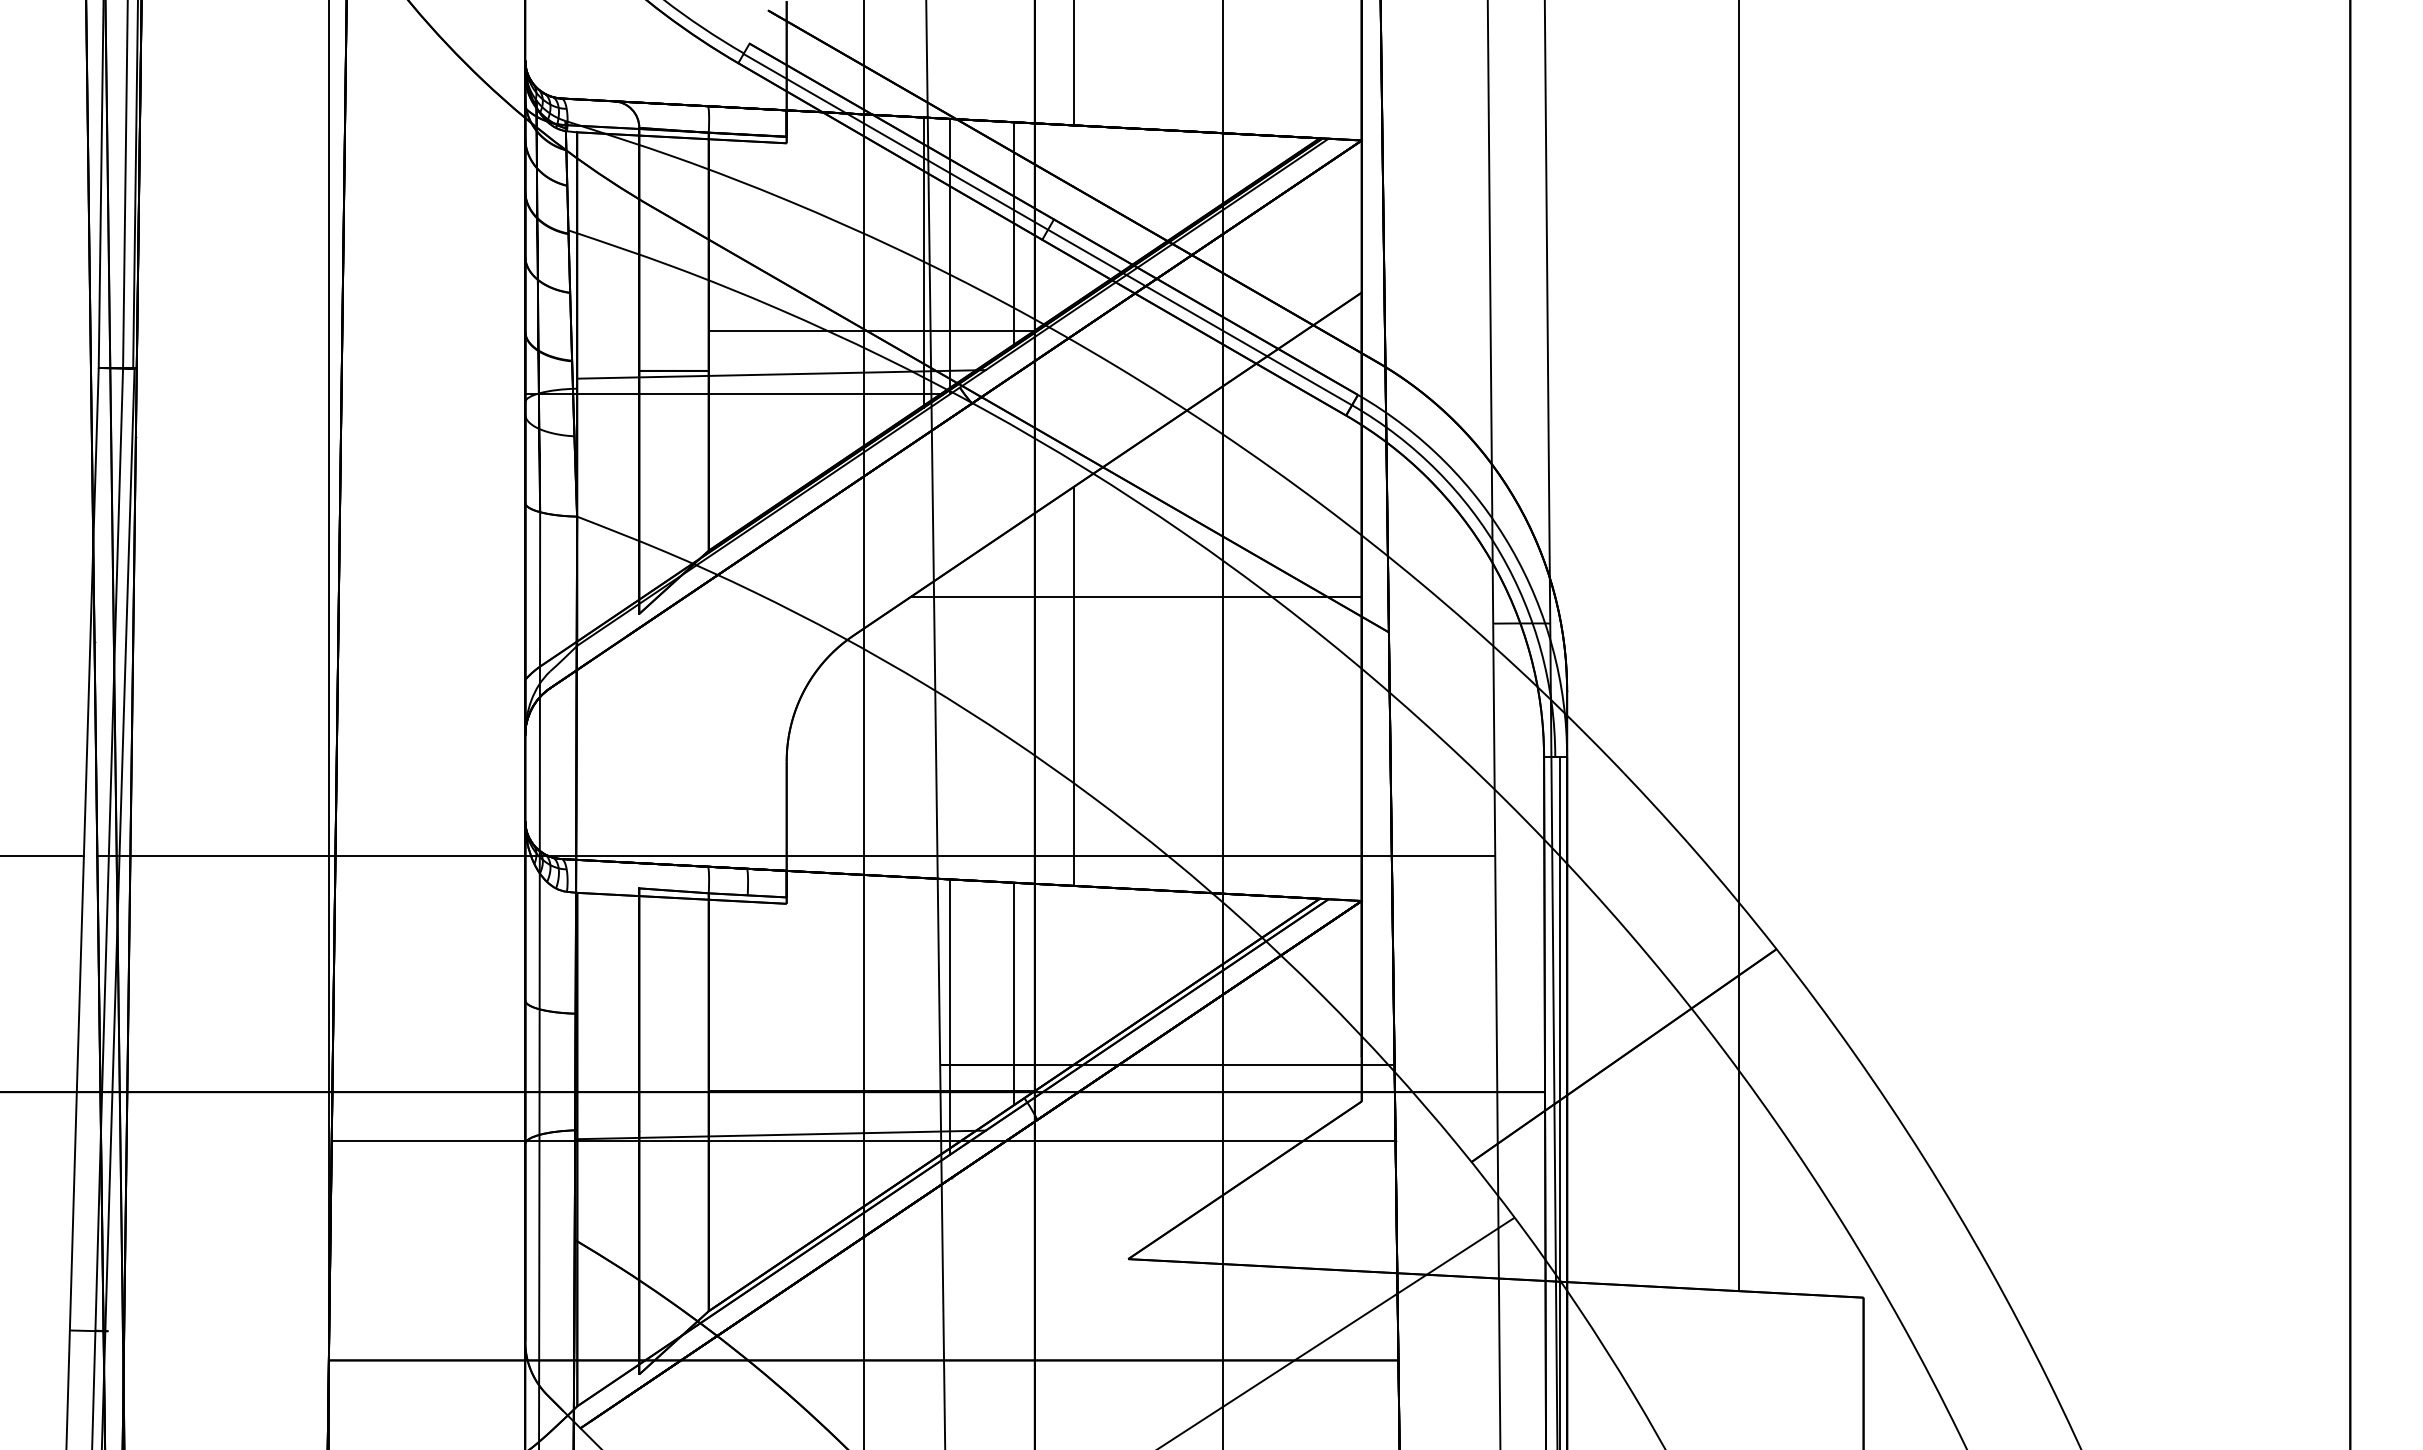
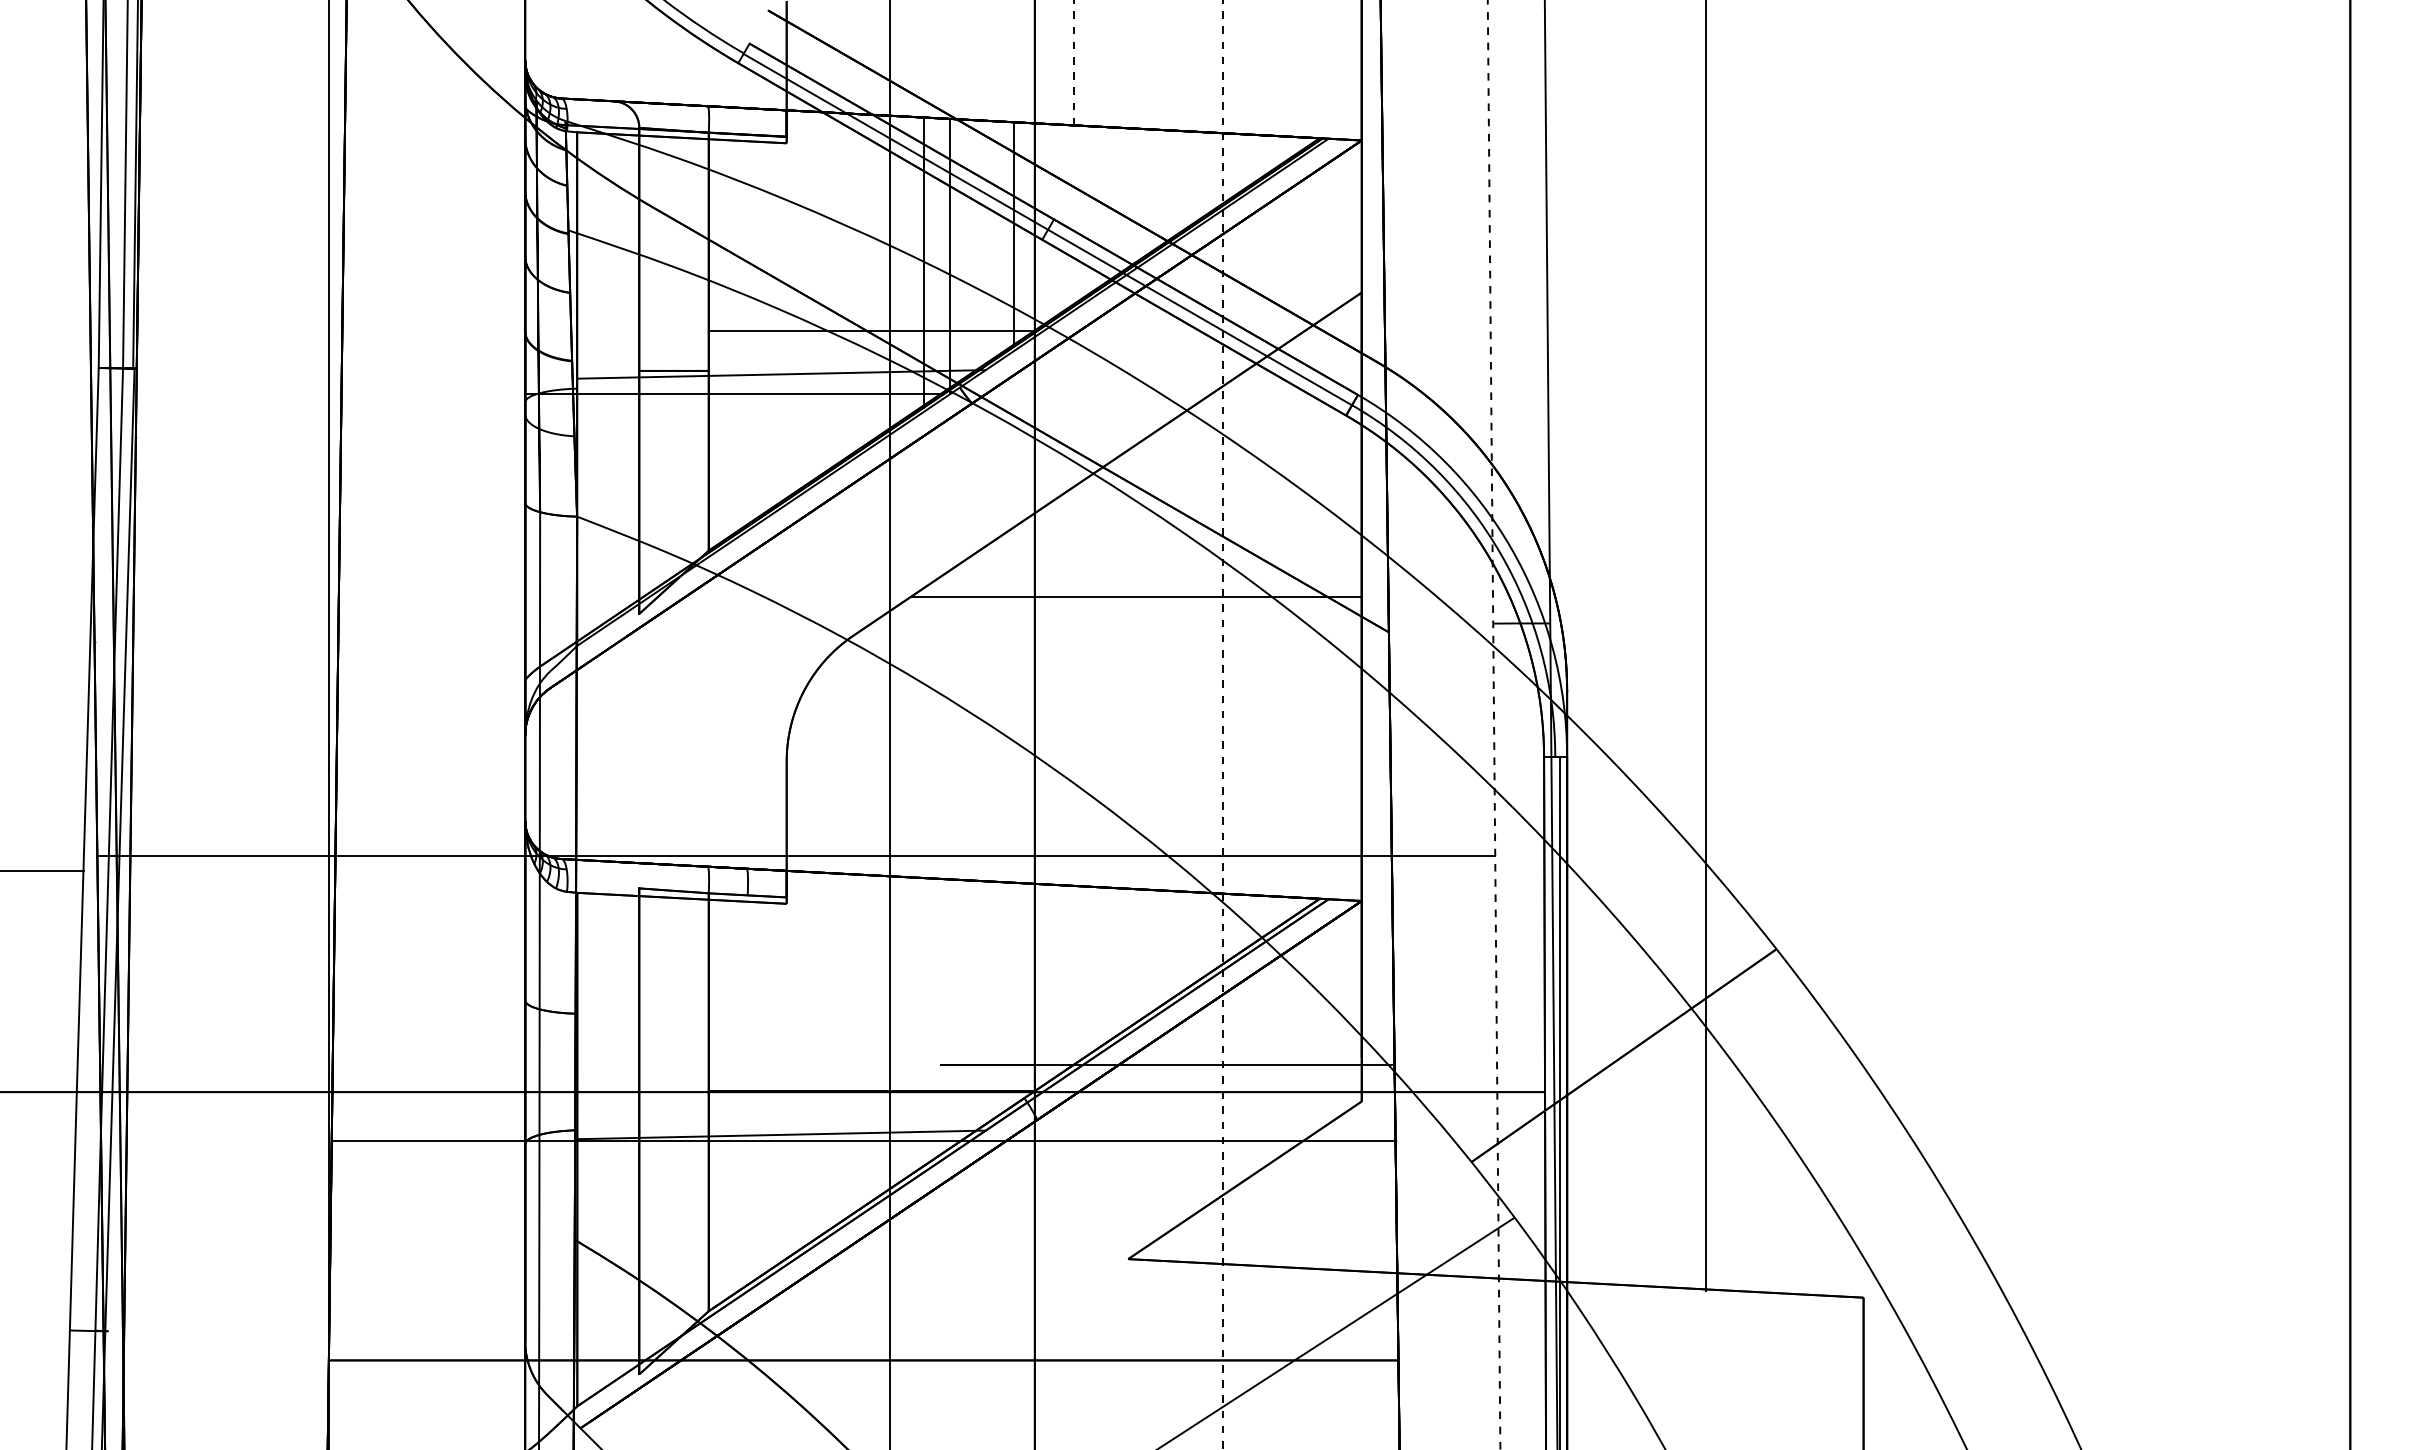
line at (1074, 62): solid -> dashed
line at (1739, 646) position: (1739, 646) -> (1706, 646)
line at (1074, 685): present -> none
line at (863, 724) position: (863, 724) -> (889, 724)
line at (935, 724): present -> none
line at (1494, 724): solid -> dashed
line at (1223, 725): solid -> dashed
line at (42, 855) position: (42, 855) -> (42, 870)
line at (1014, 993): present -> none
line at (950, 1016): present -> none
